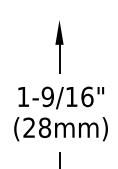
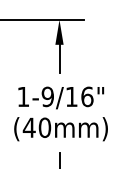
line at (43, 19): none -> present
text at (36, 127): (28mm) -> (40mm)
